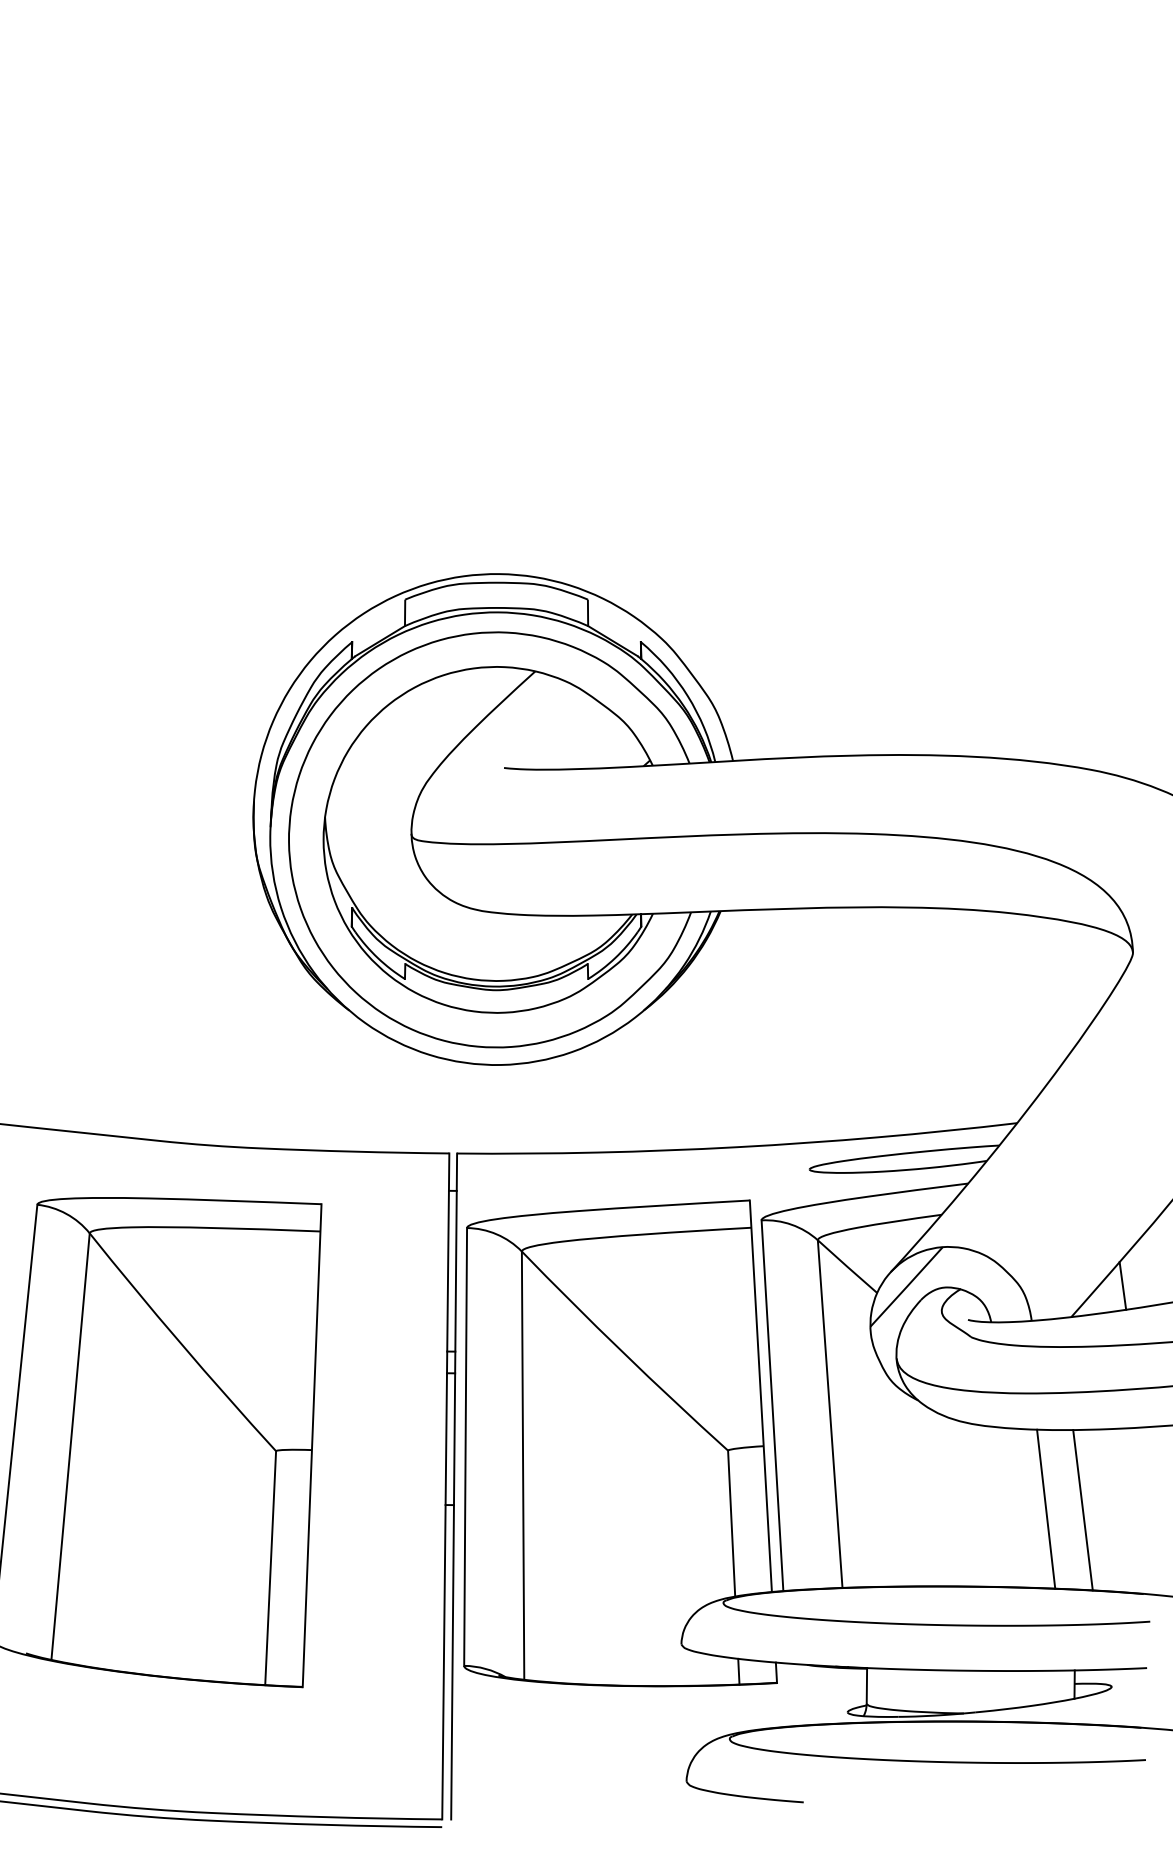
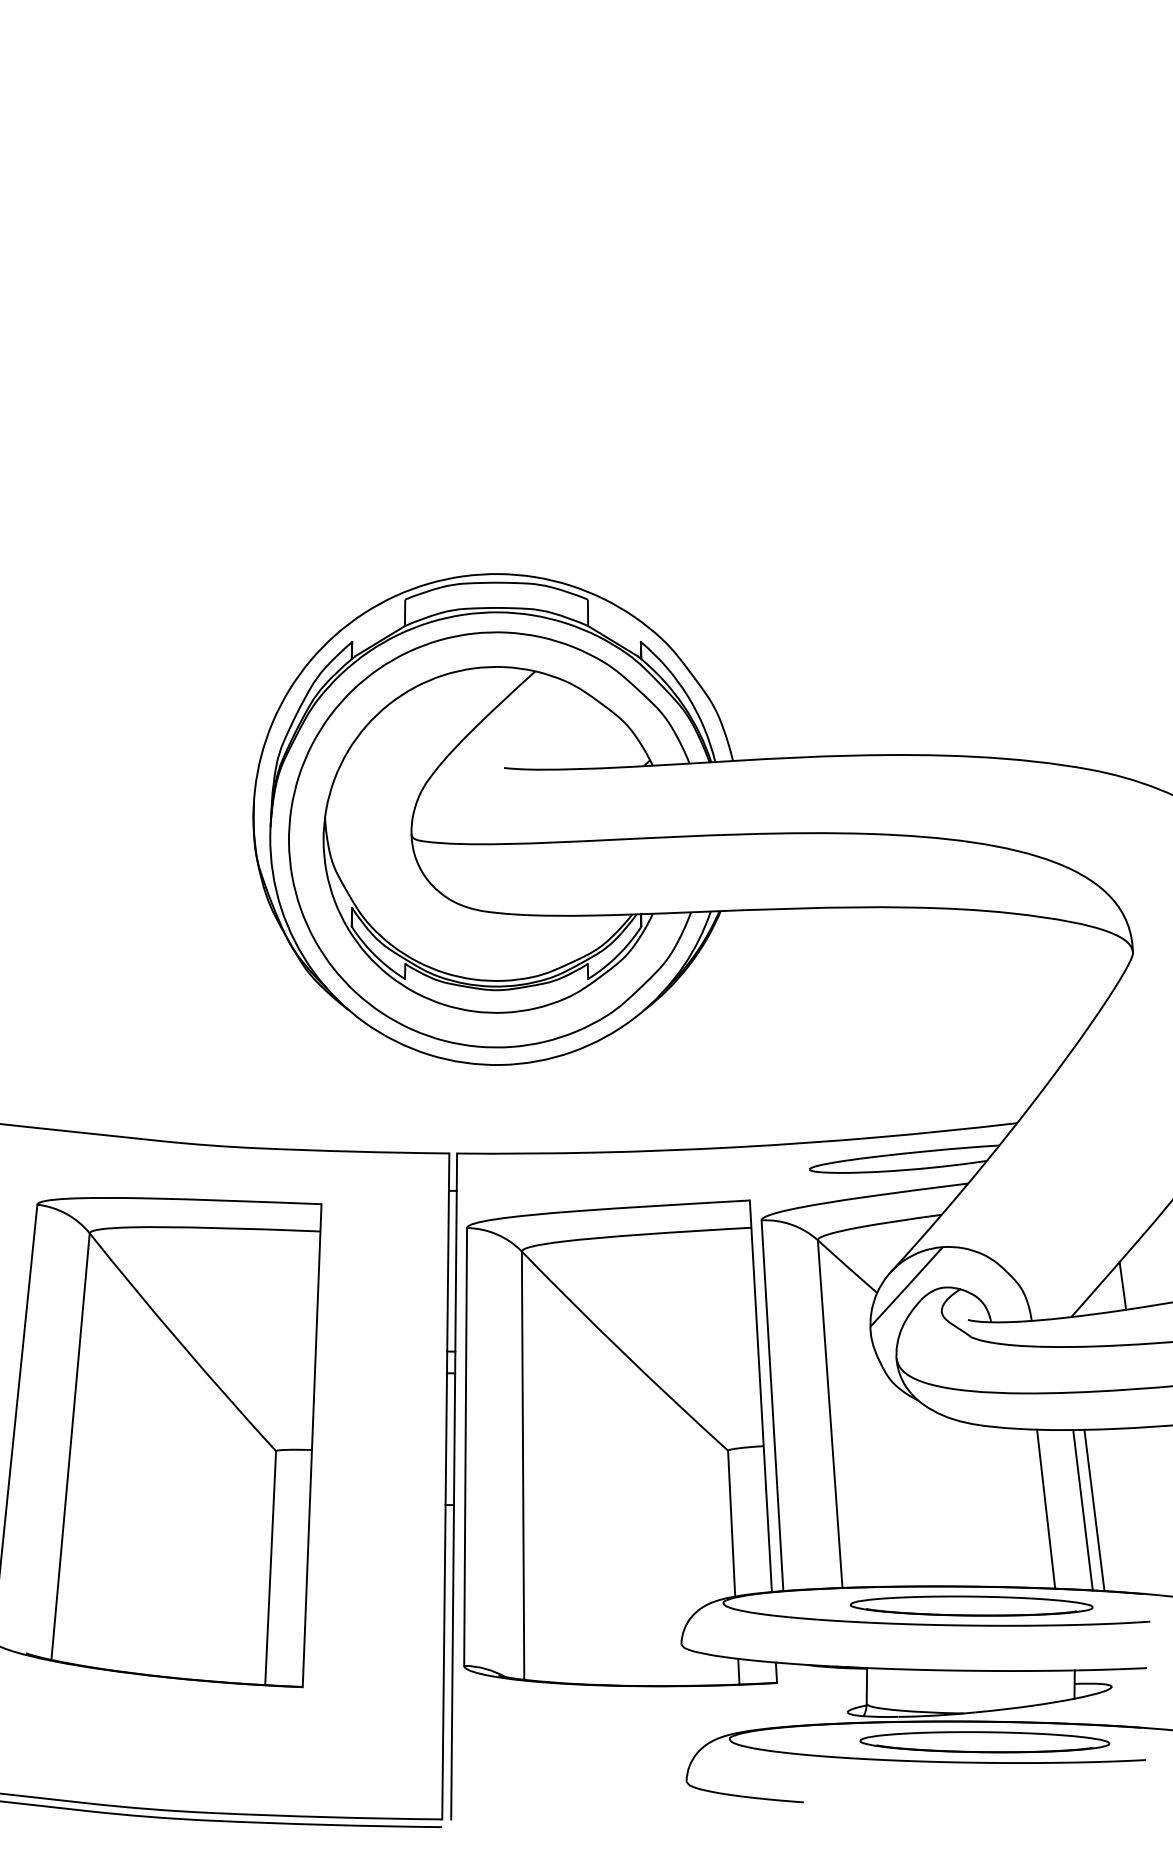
line at (1094, 1510): none -> present
part at (971, 1605): none -> present
part at (984, 1742): none -> present
